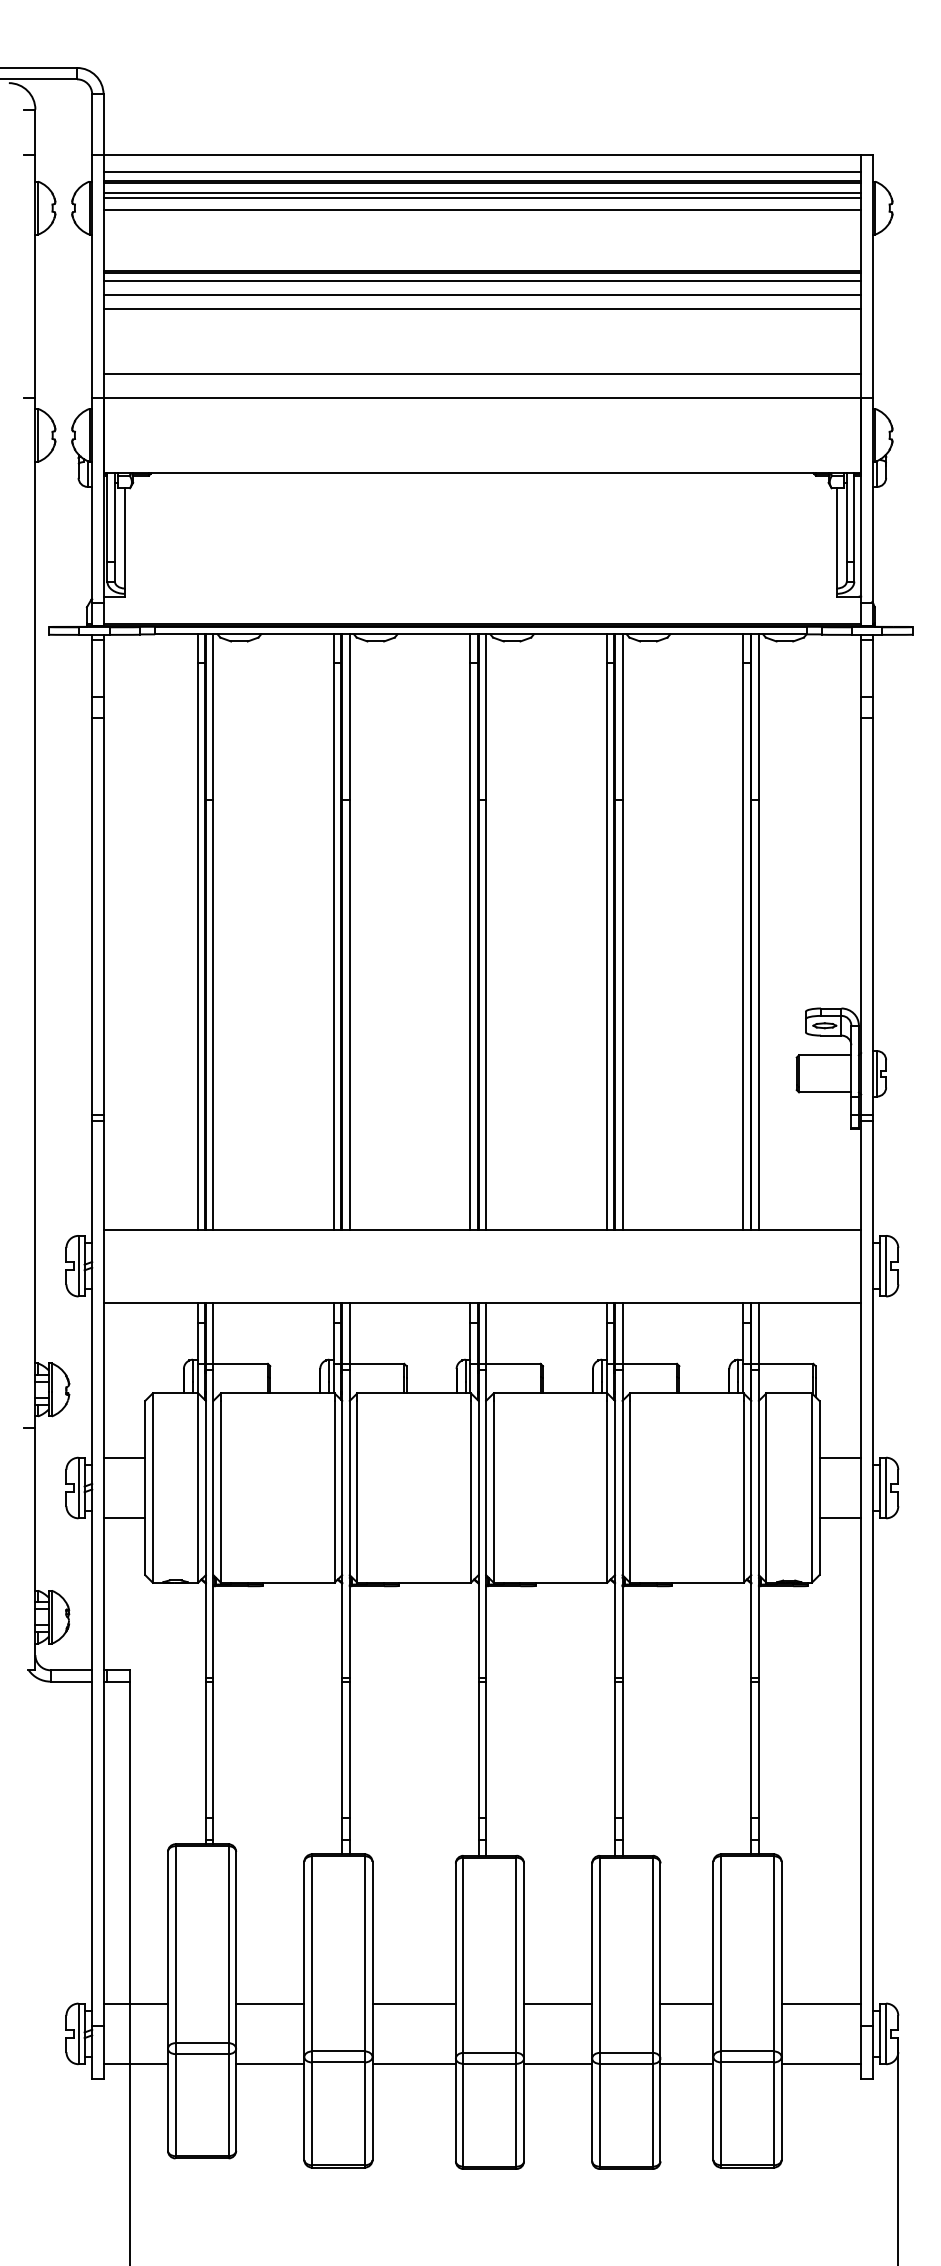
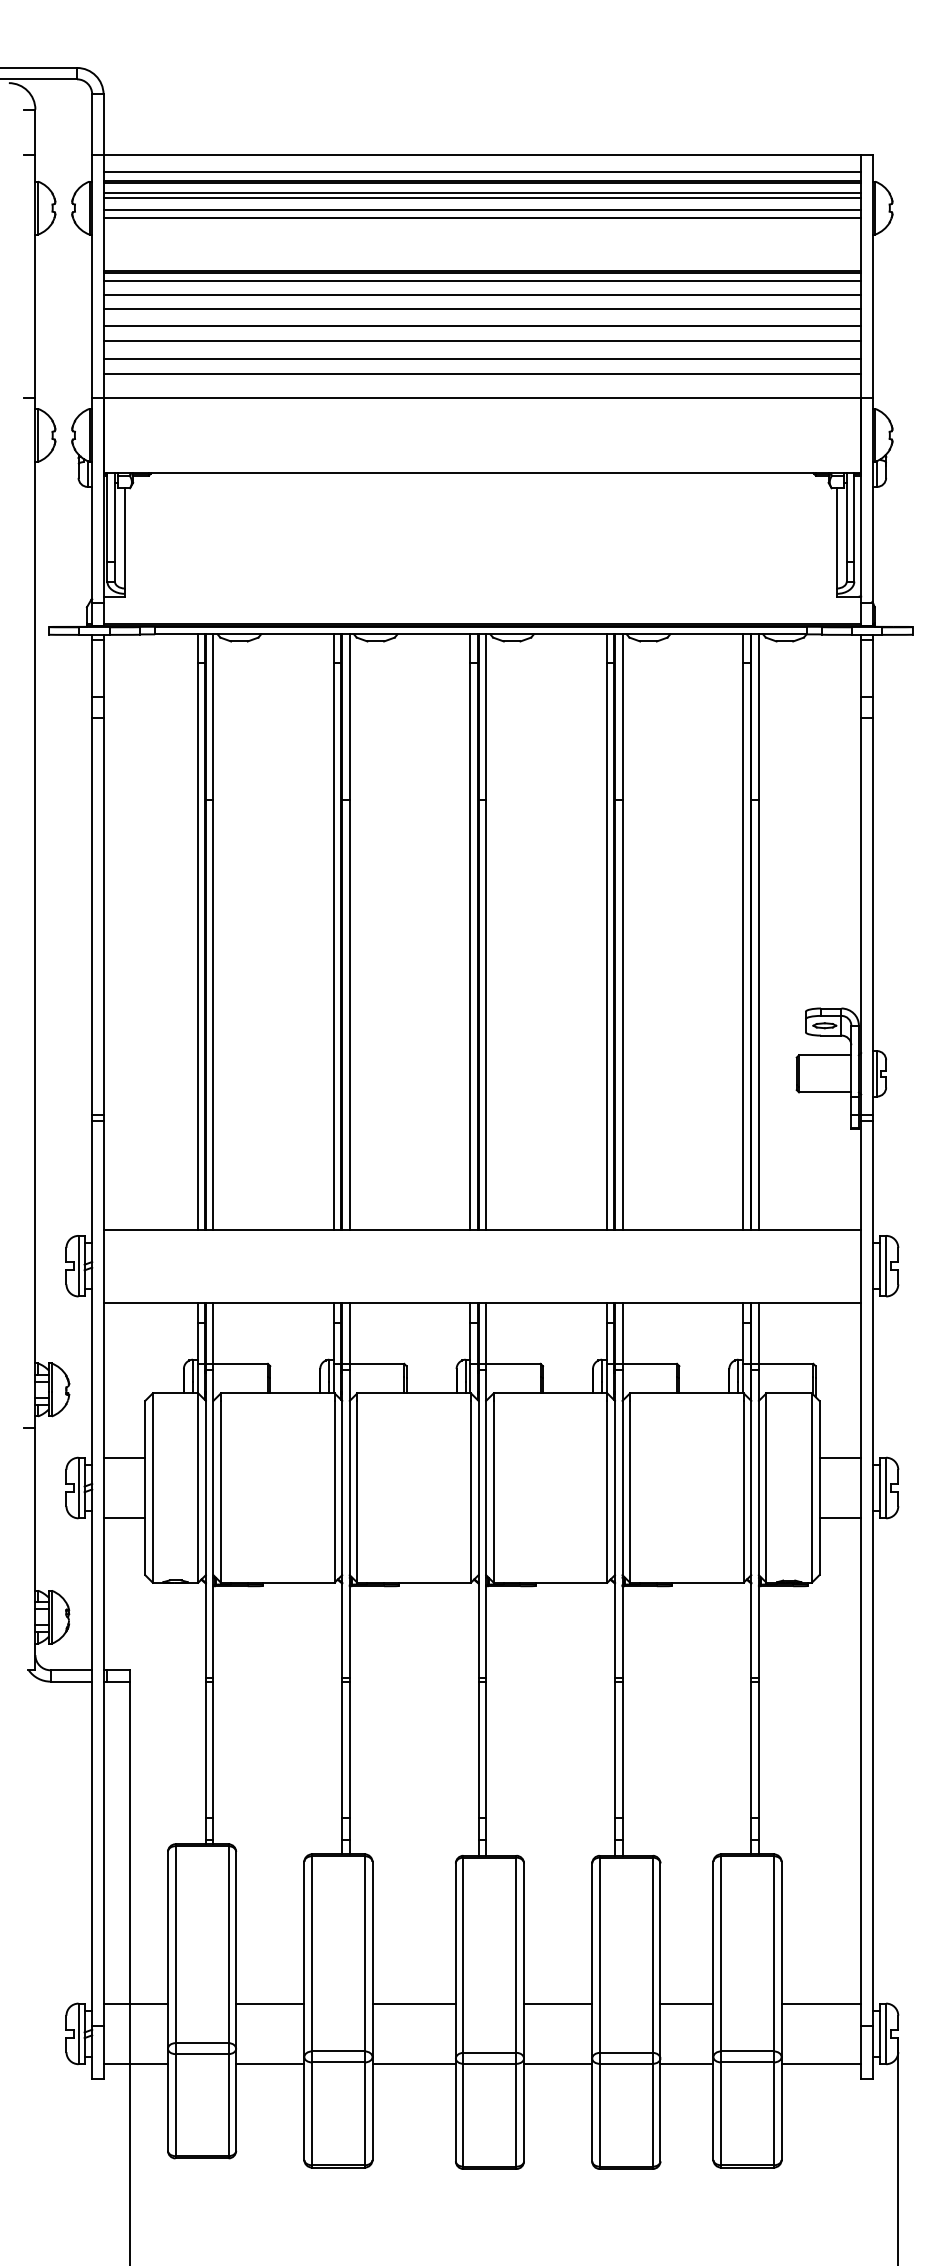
line at (482, 217): none -> present
line at (482, 326): none -> present
line at (482, 340): none -> present
line at (482, 359): none -> present
